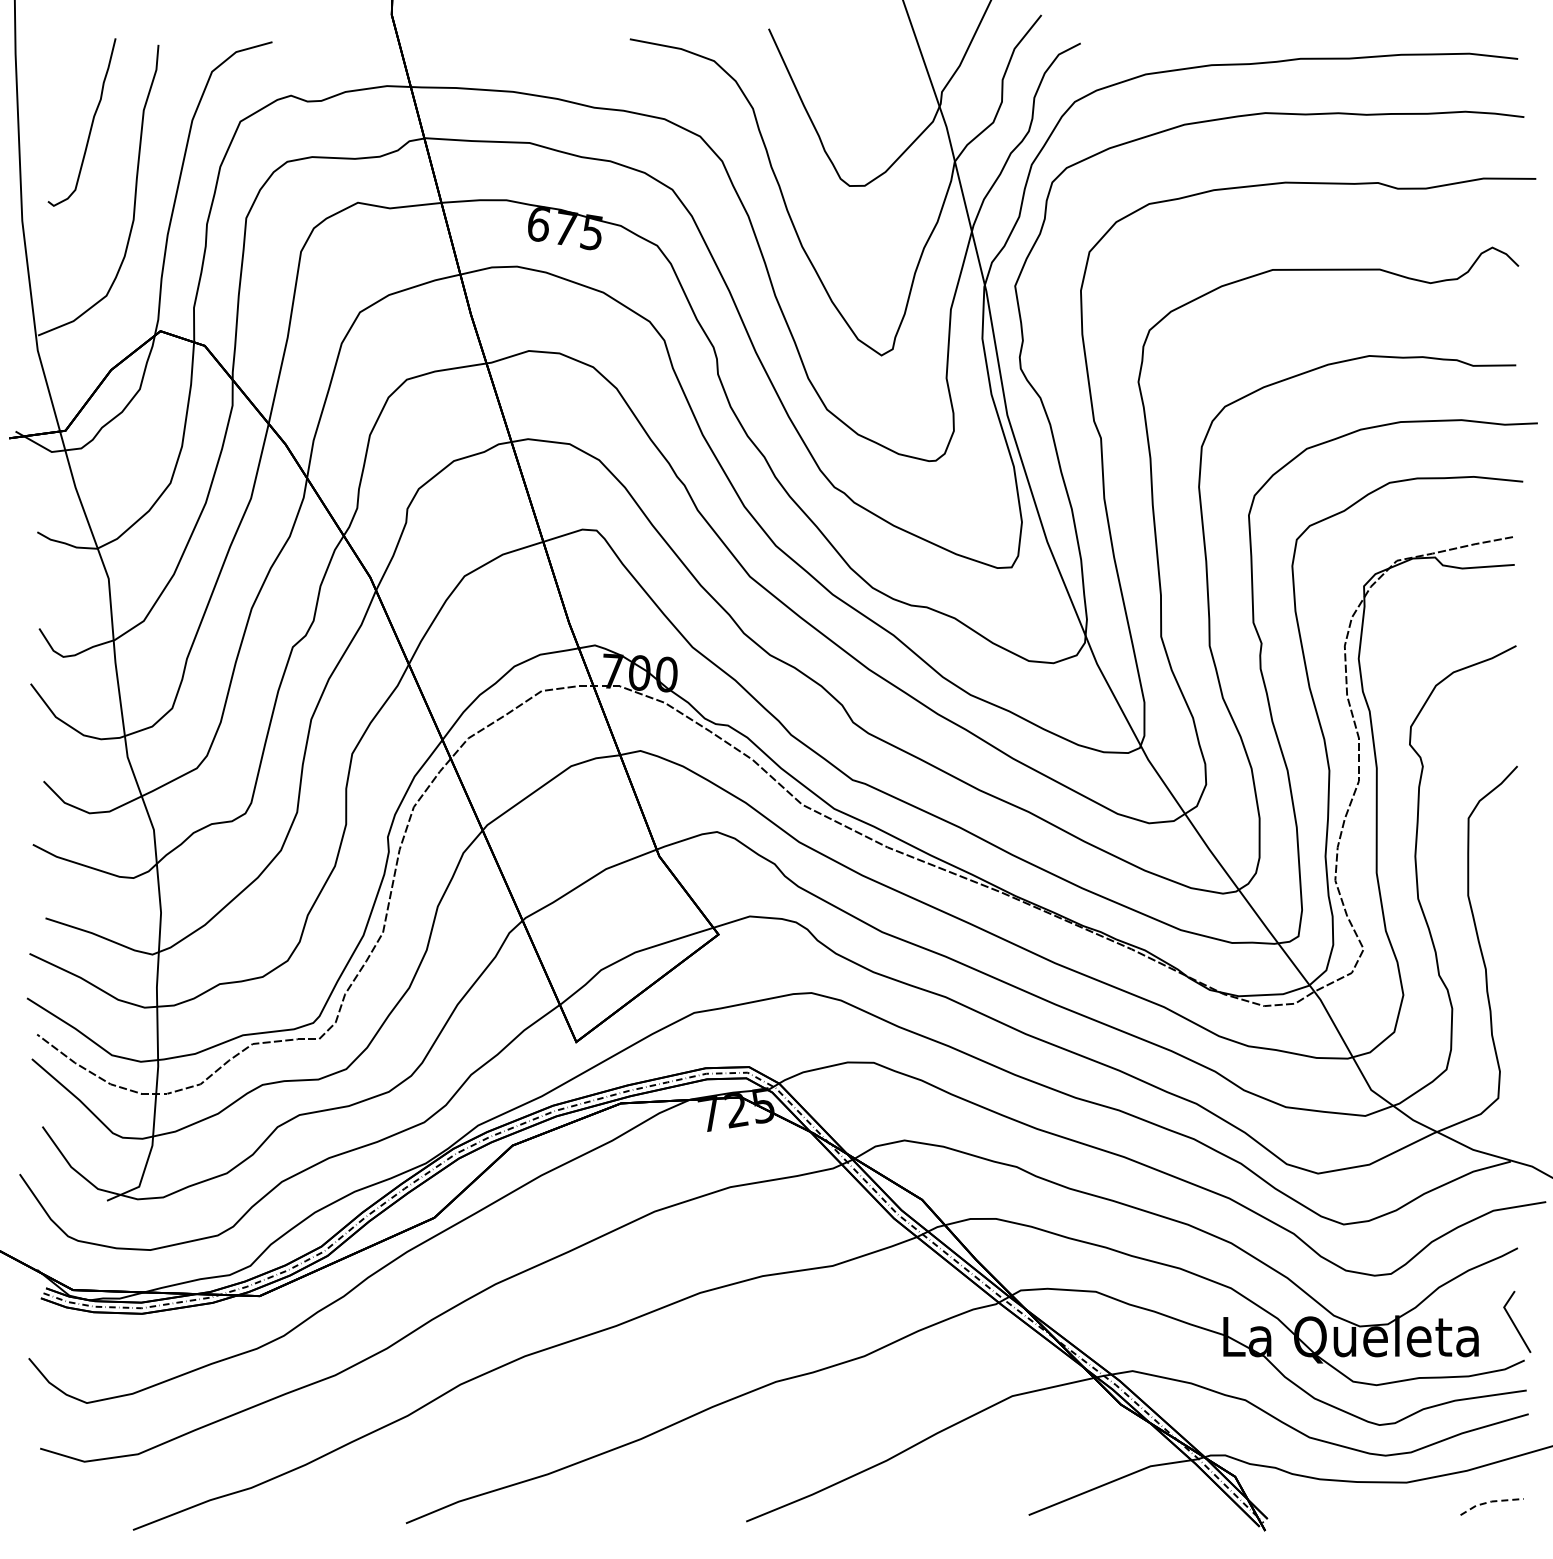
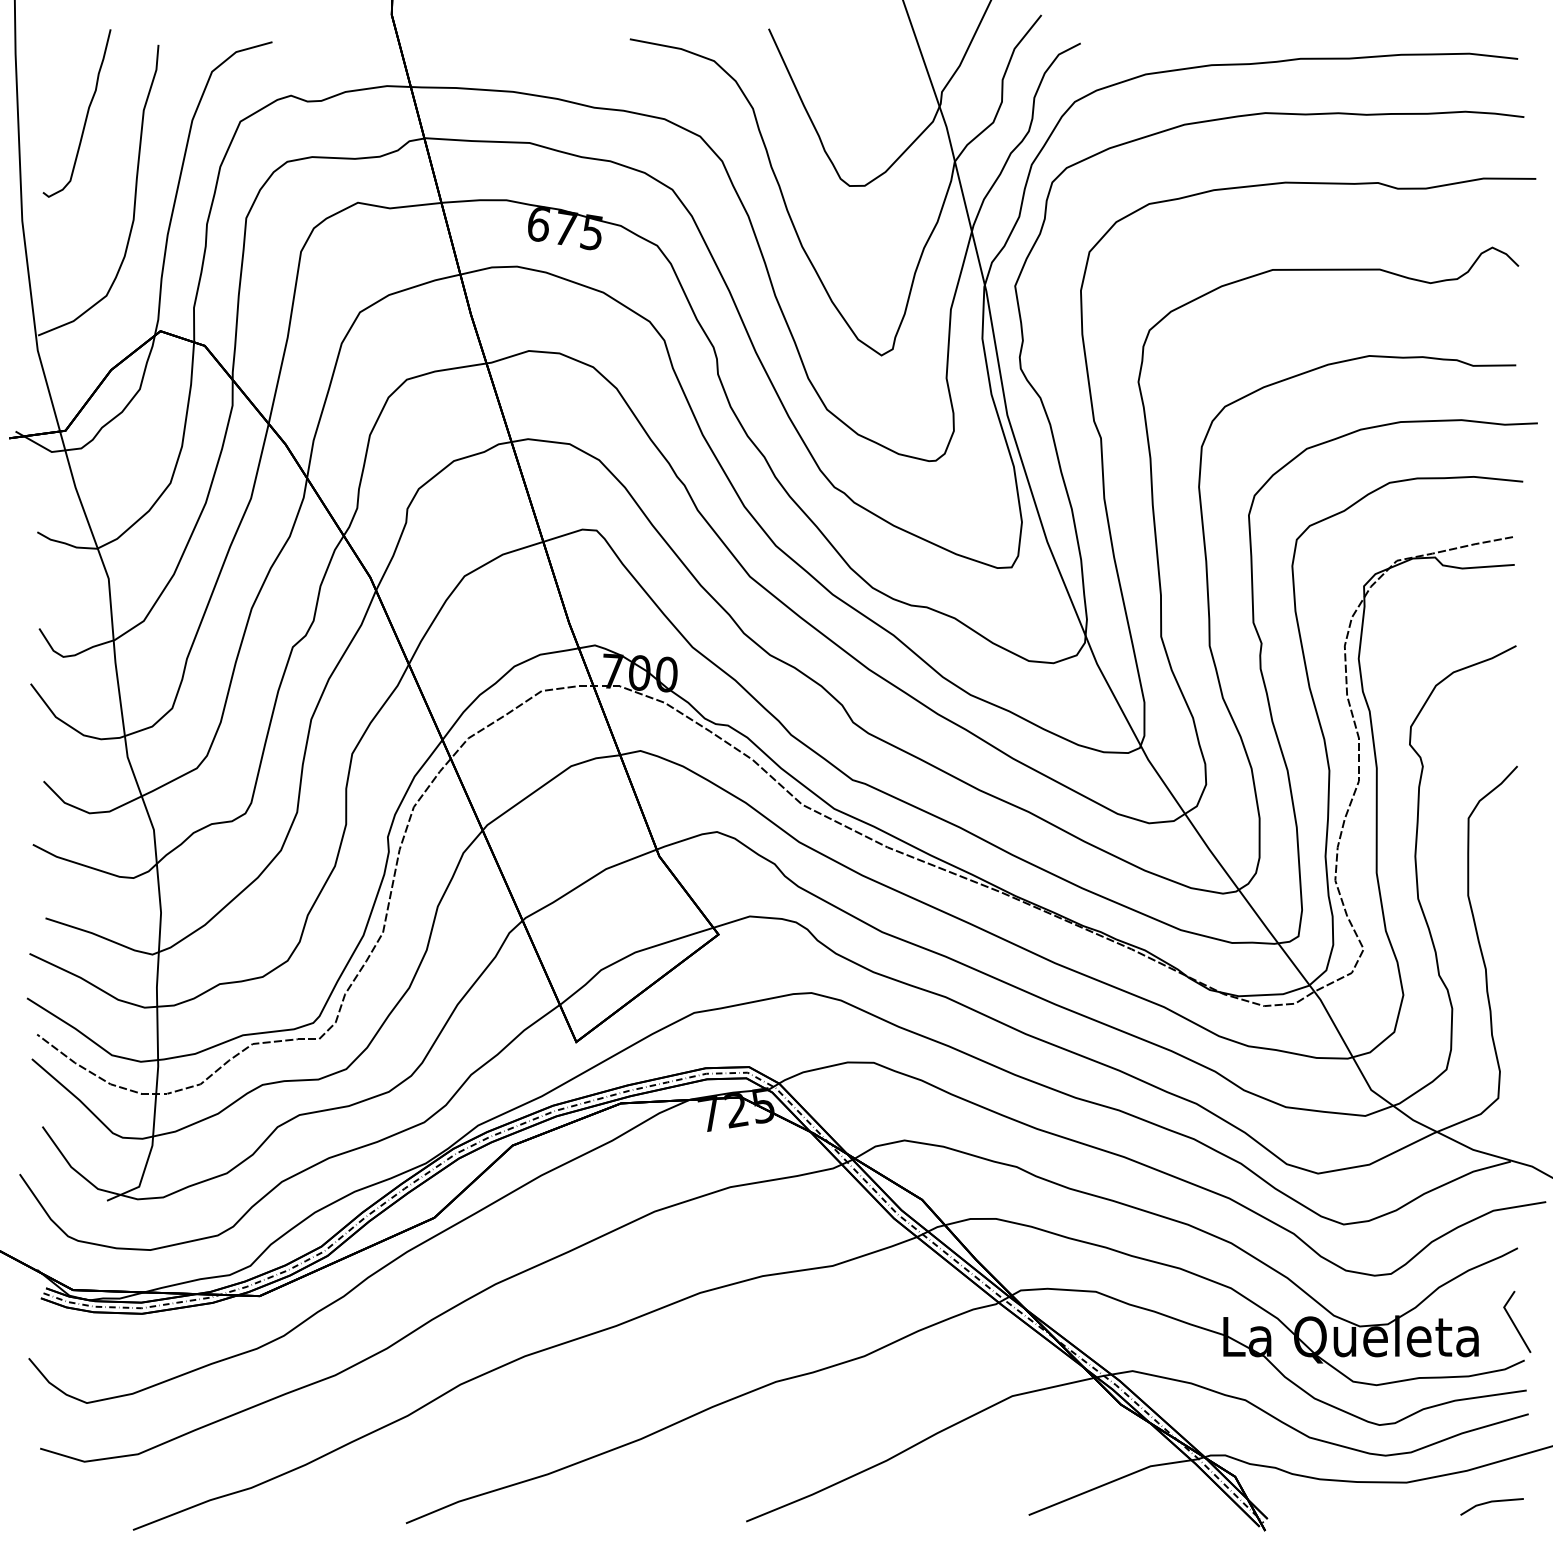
curve at (90, 126) position: (90, 126) -> (85, 117)
line at (1490, 1501): dashed -> solid
